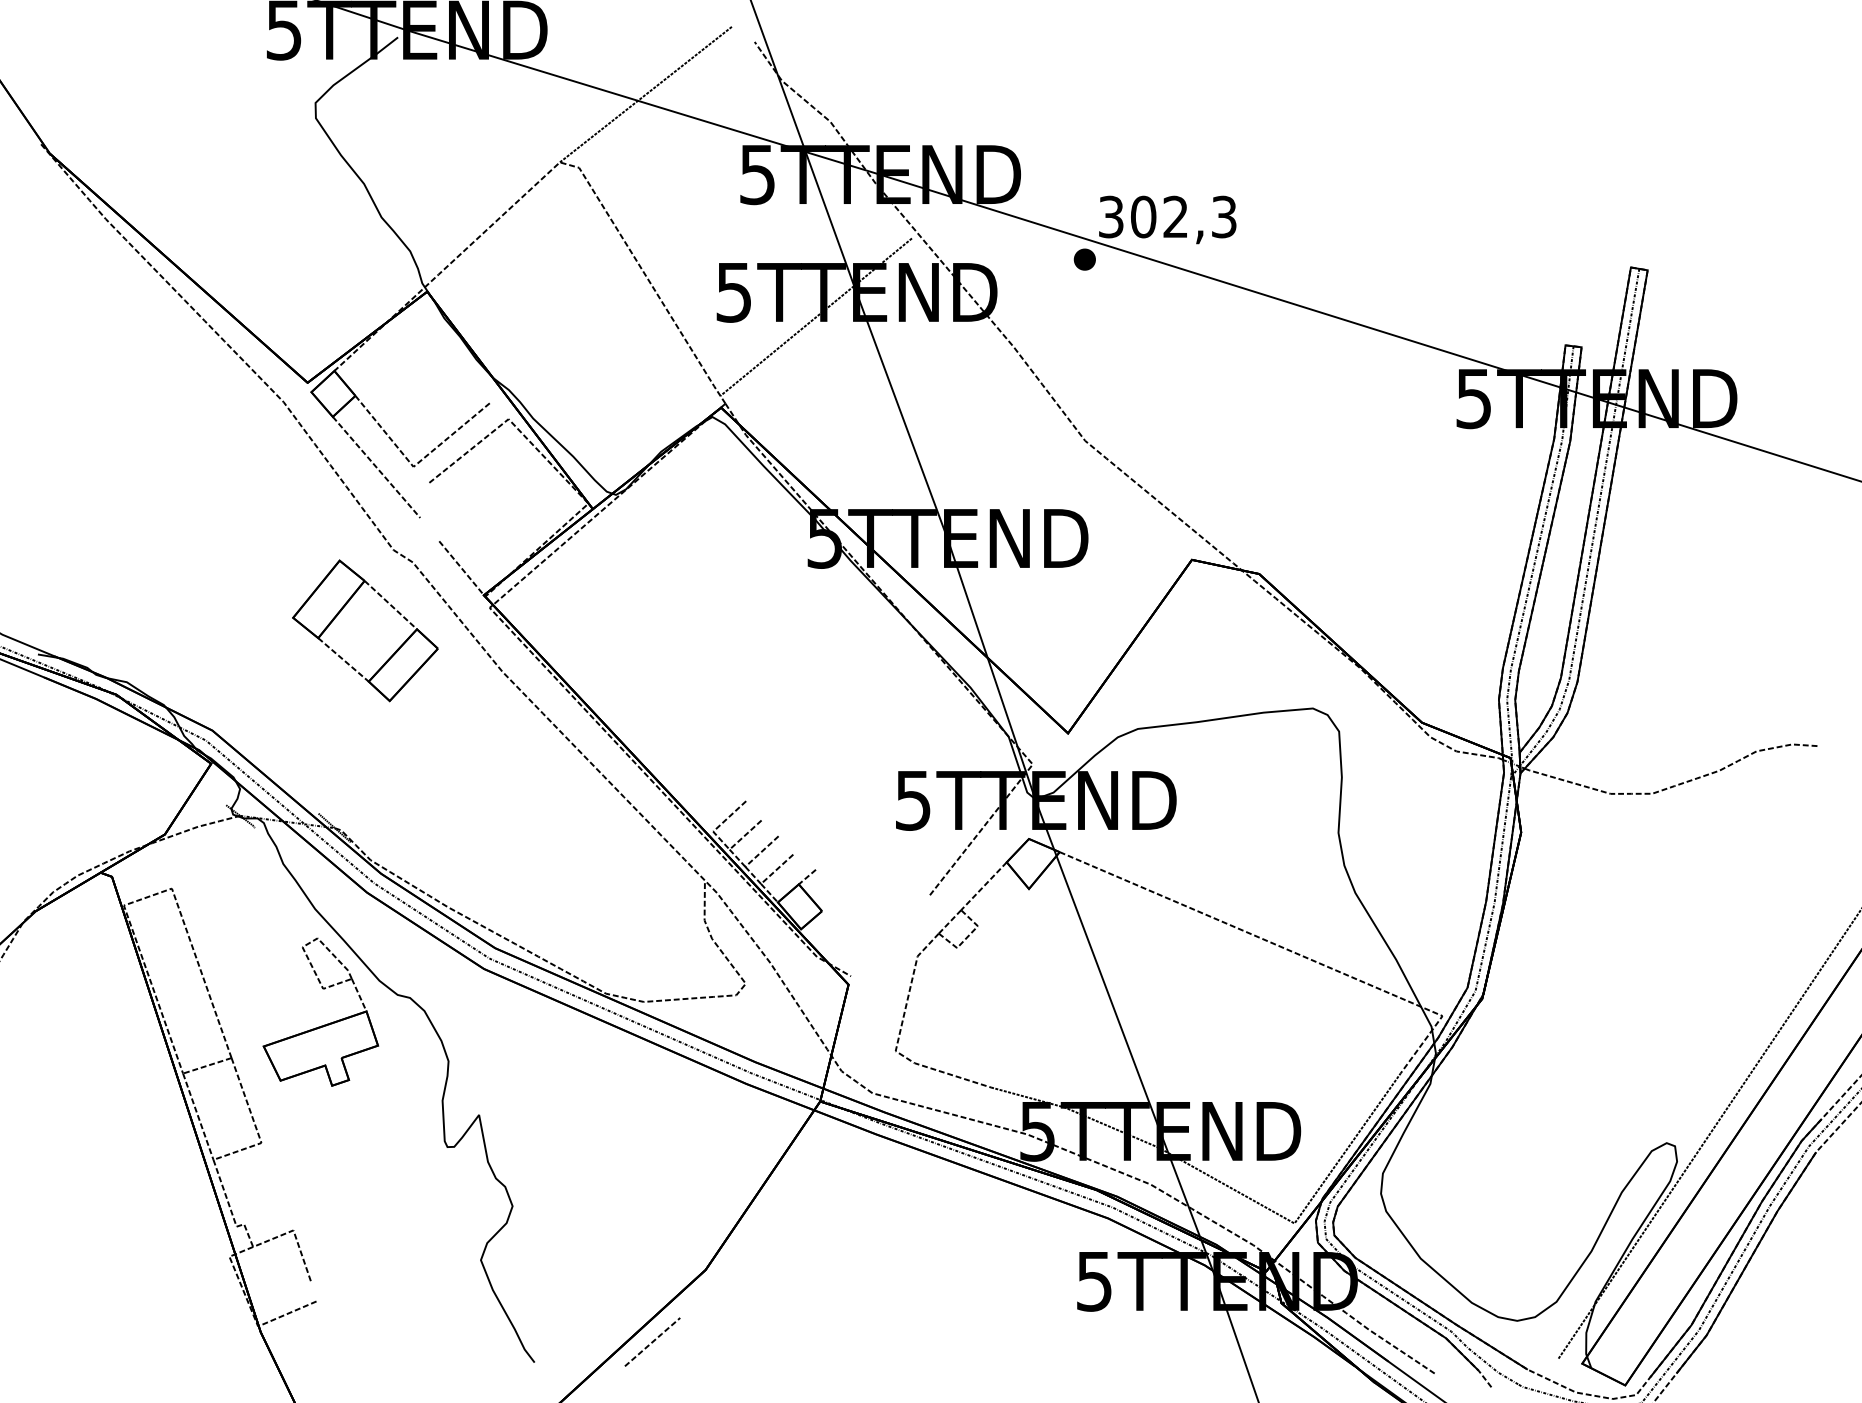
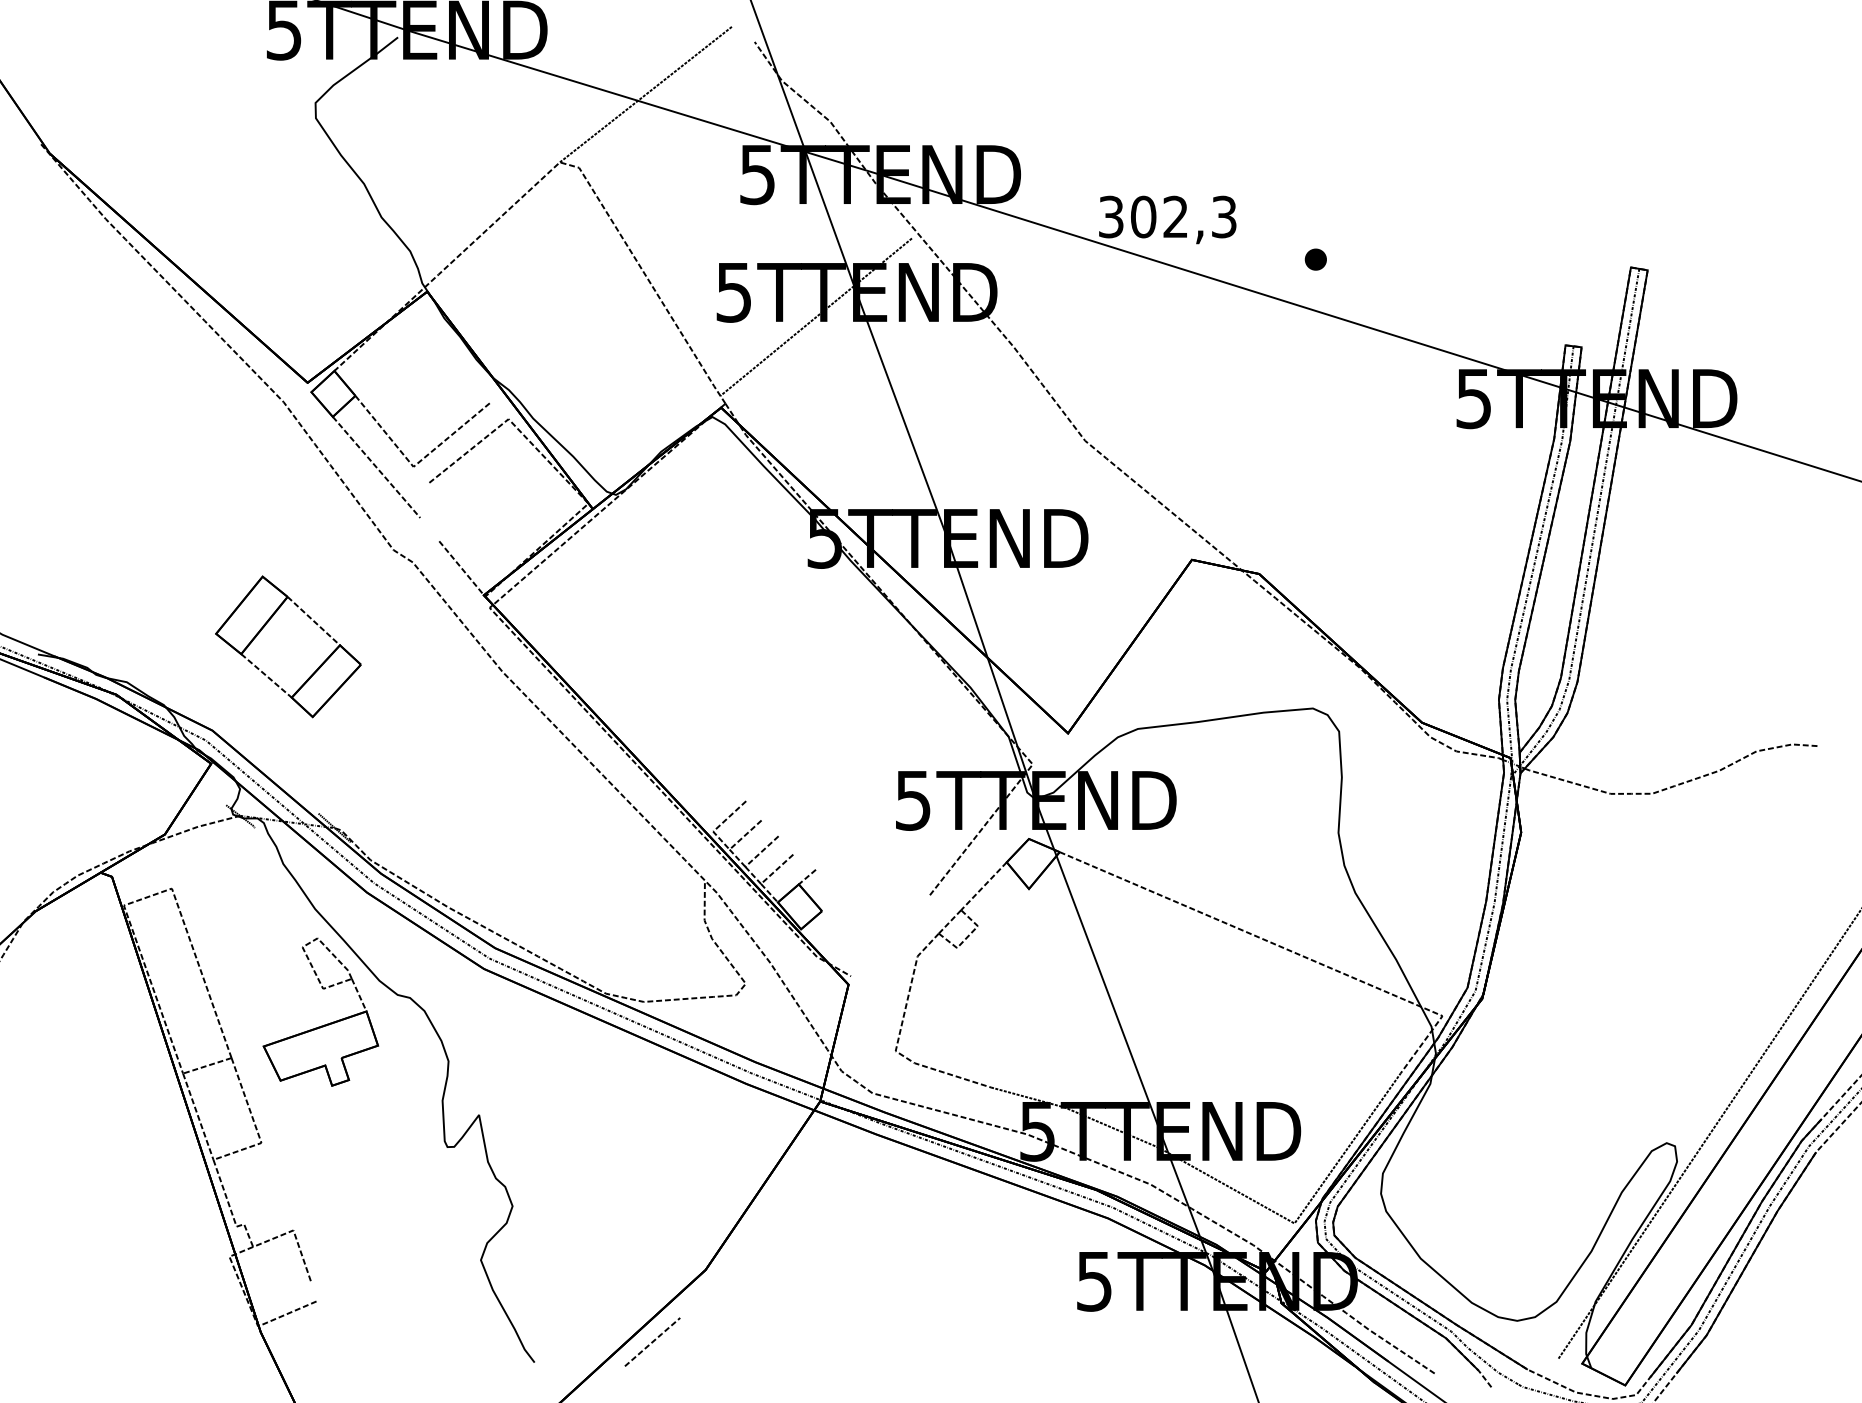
part at (1084, 259) position: (1084, 259) -> (1315, 259)
part at (342, 610) position: (342, 610) -> (265, 626)
